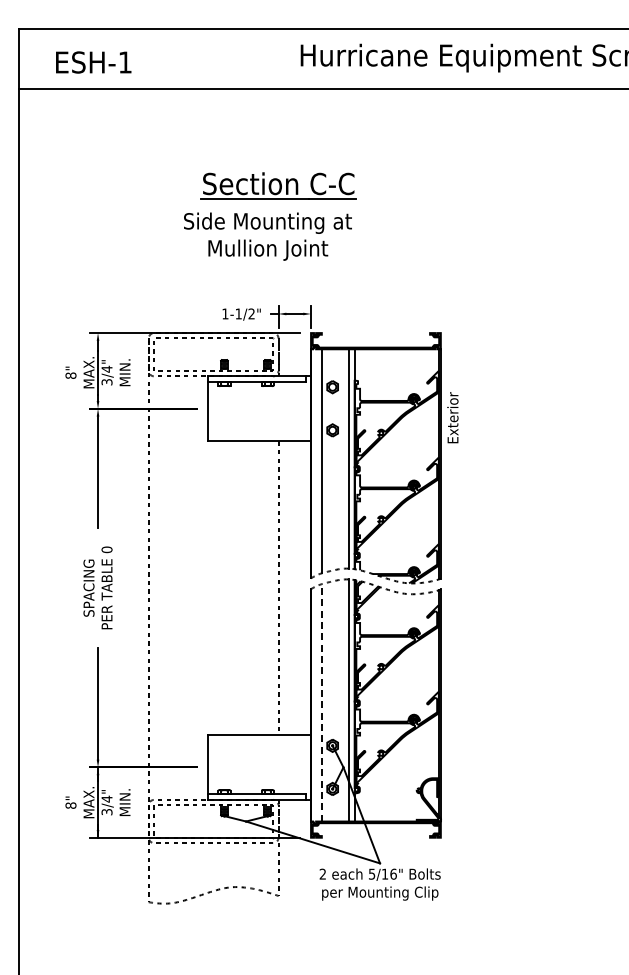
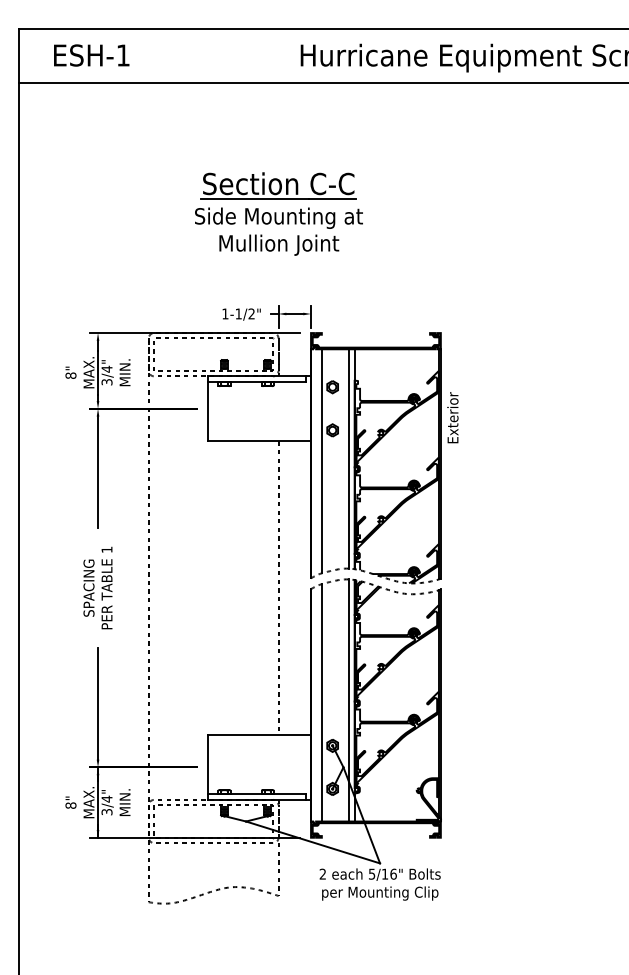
text at (93, 62) position: (93, 62) -> (91, 55)
line at (321, 89) position: (321, 89) -> (321, 83)
text at (267, 236) position: (267, 236) -> (278, 231)
text at (106, 549): 0 -> 1
line at (322, 702): dashed -> solid
